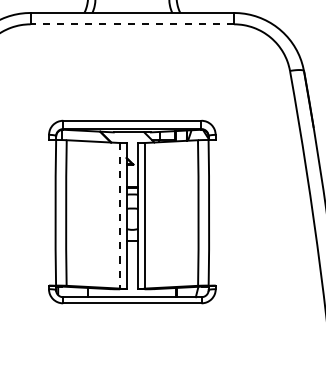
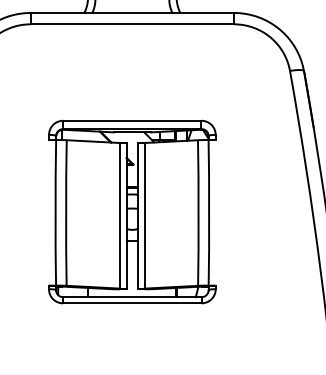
line at (132, 24): dashed -> solid
line at (120, 215): dashed -> solid
